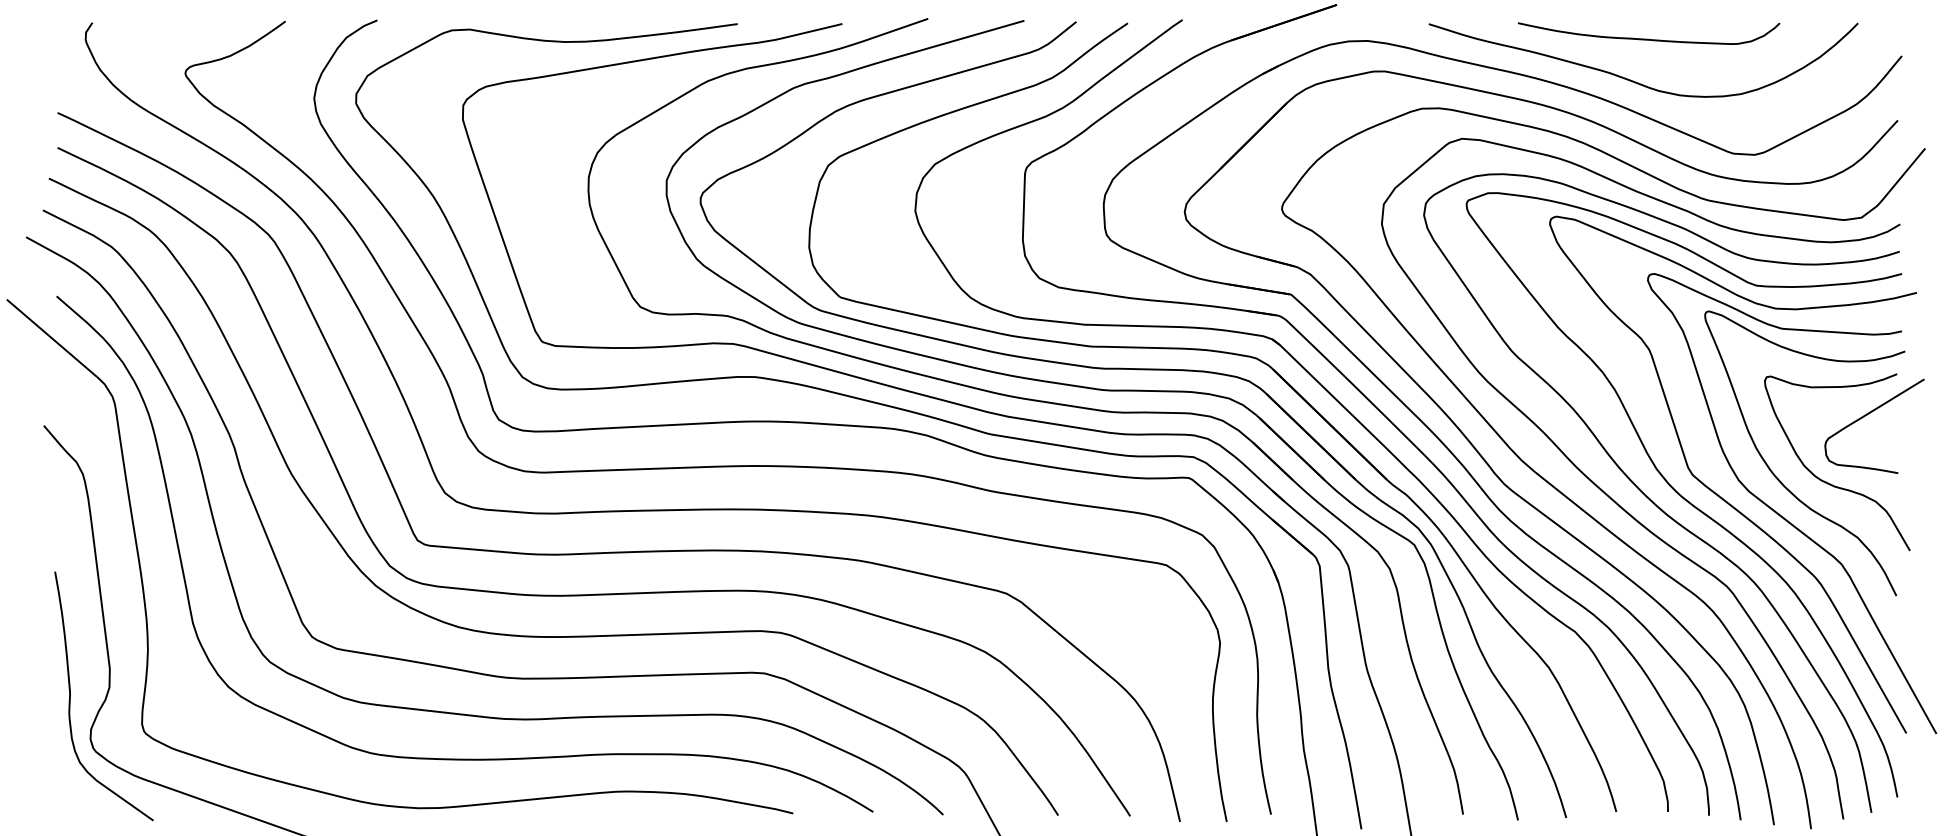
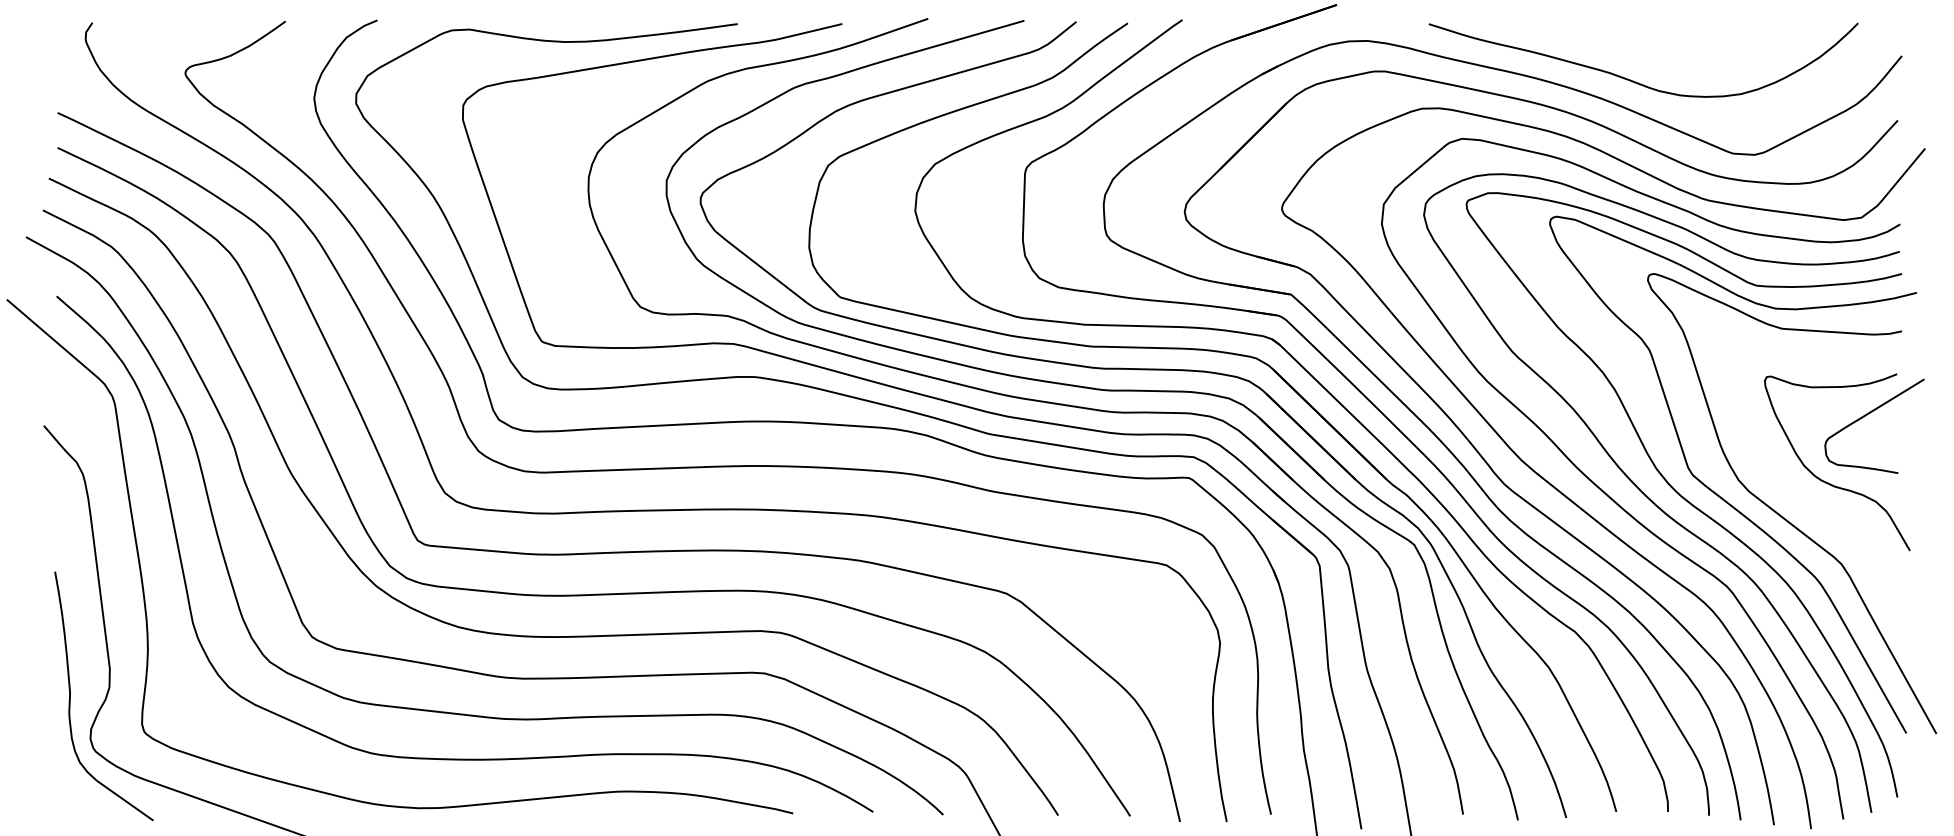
curve at (1648, 38): present -> none
curve at (1774, 473): present -> none
